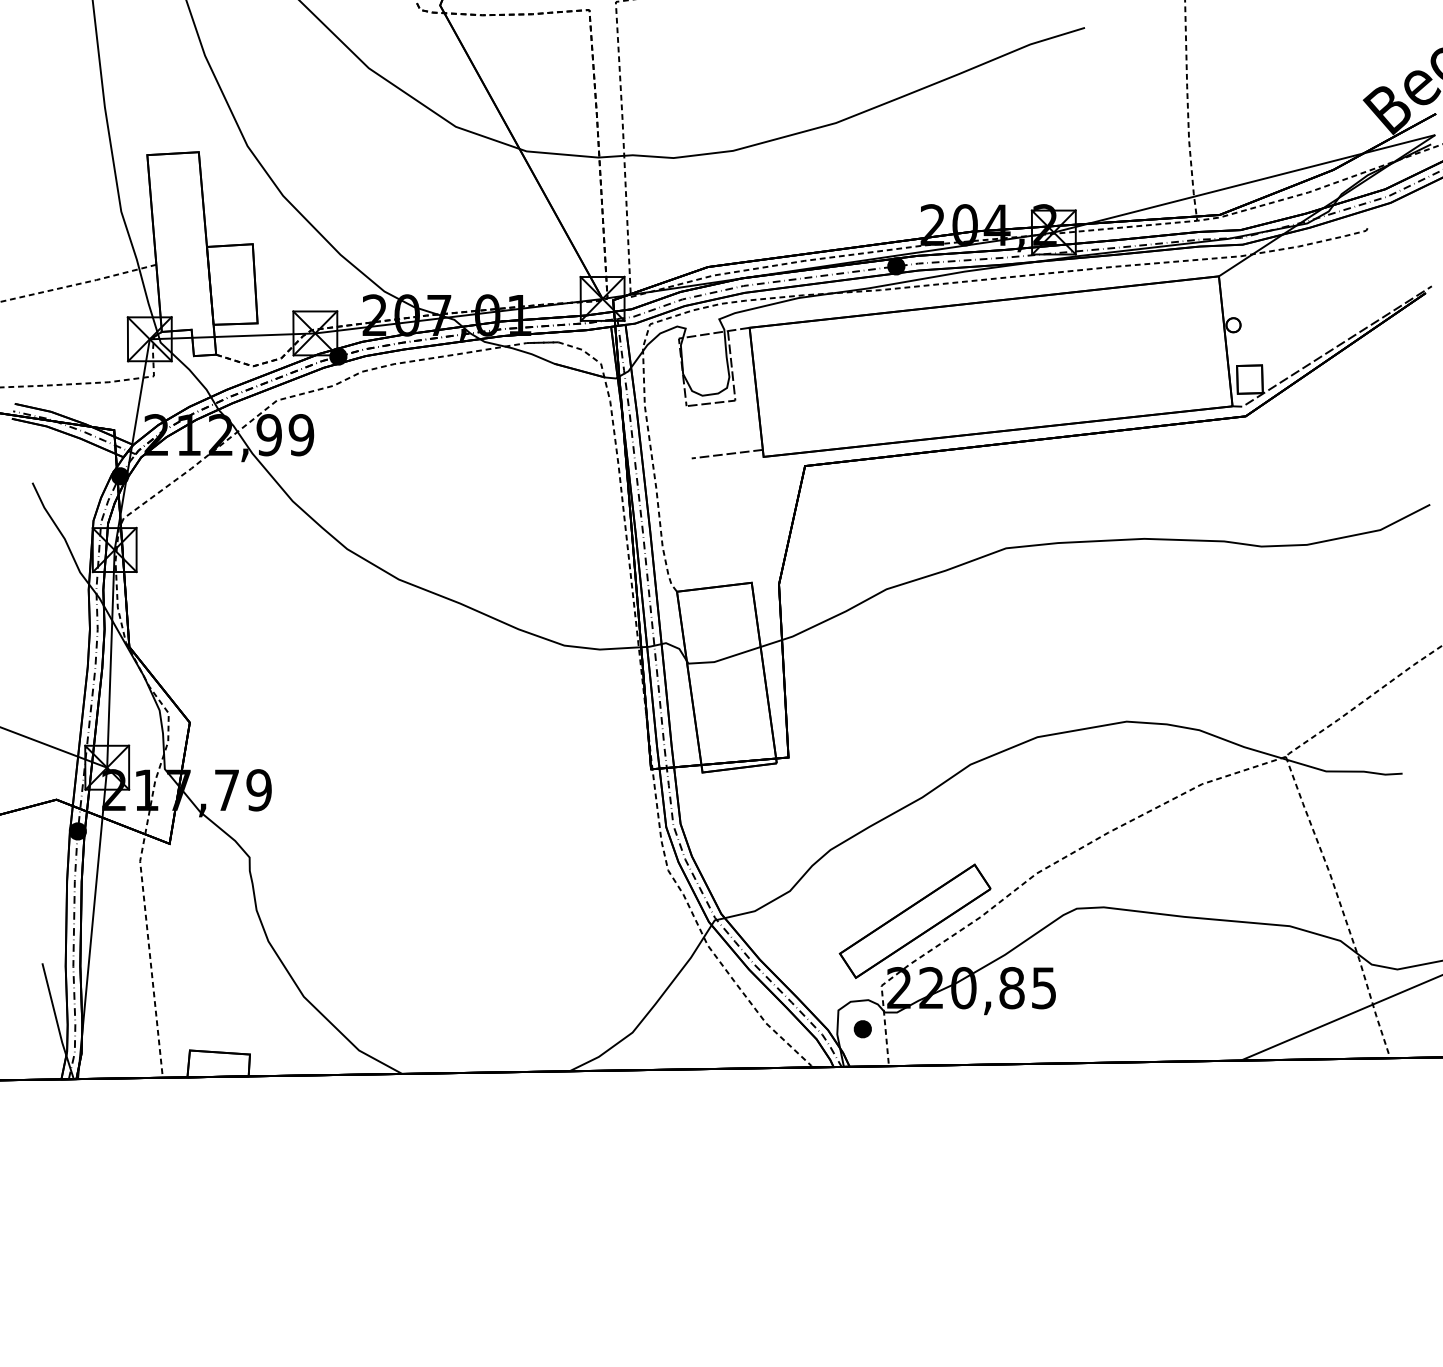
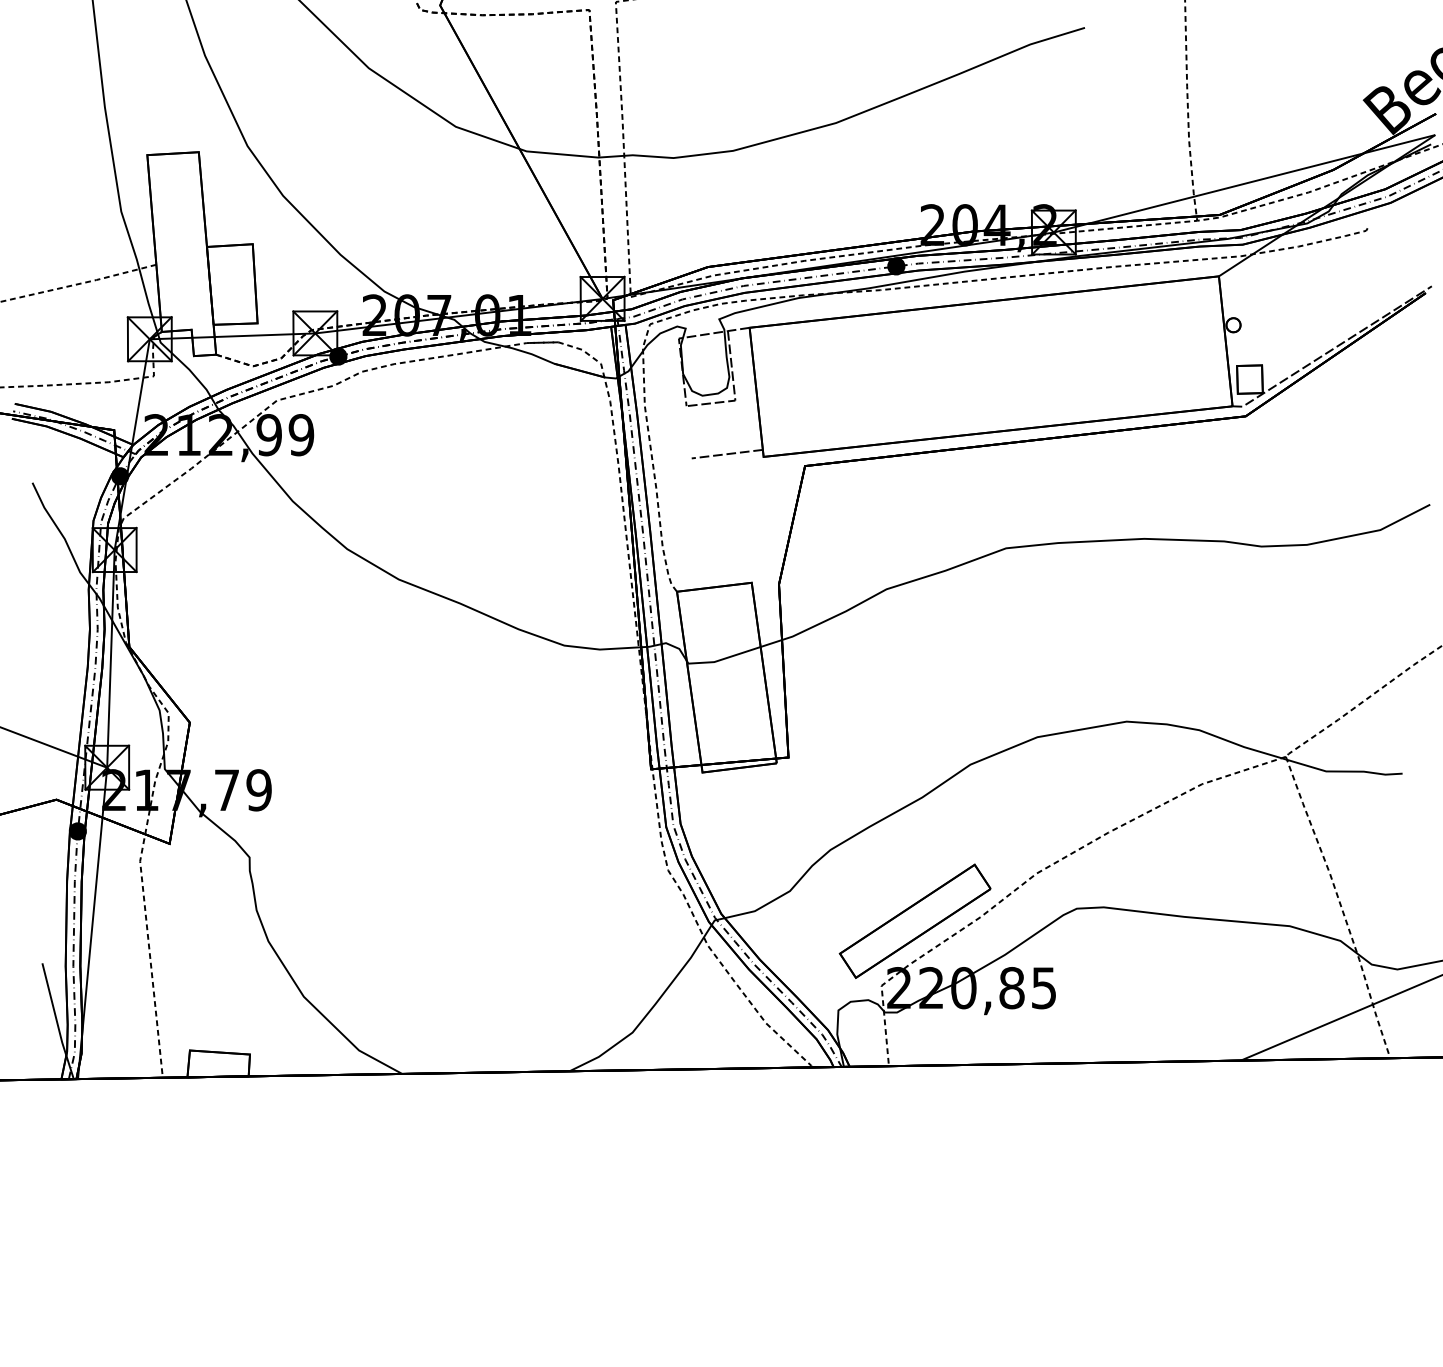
part at (862, 1029): present -> none
